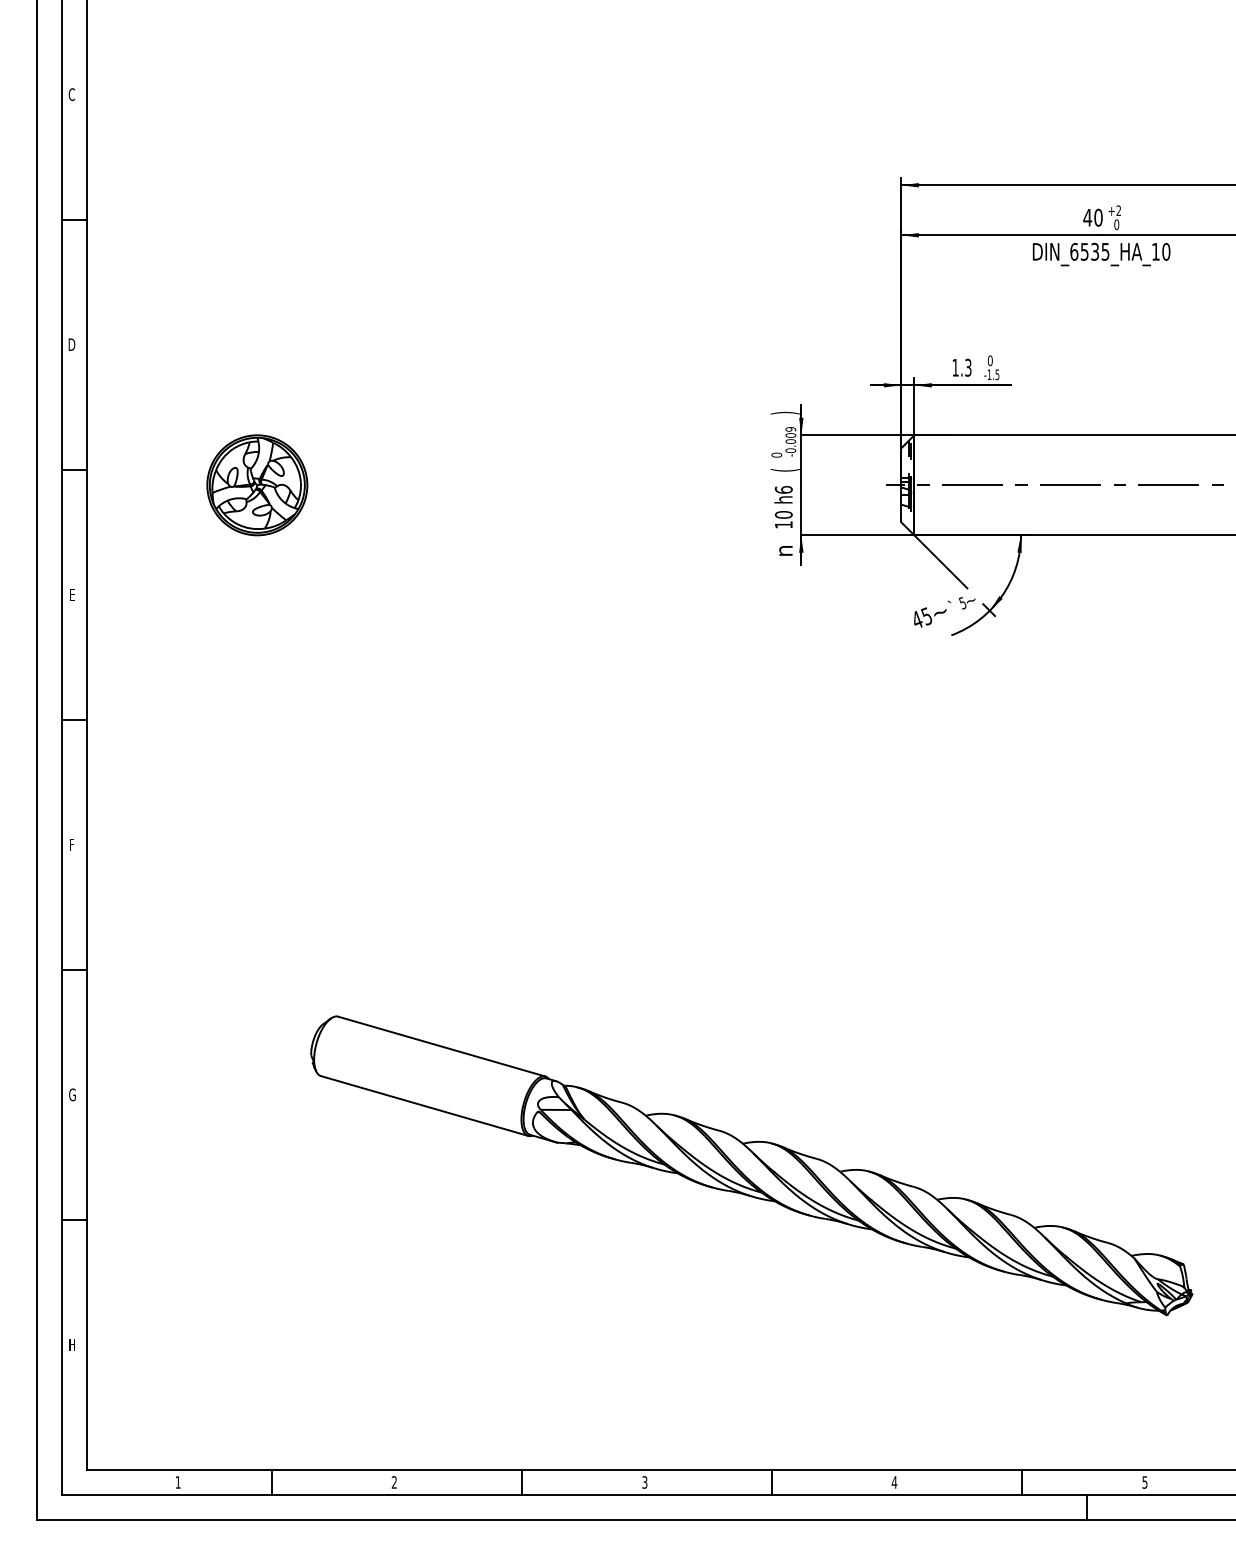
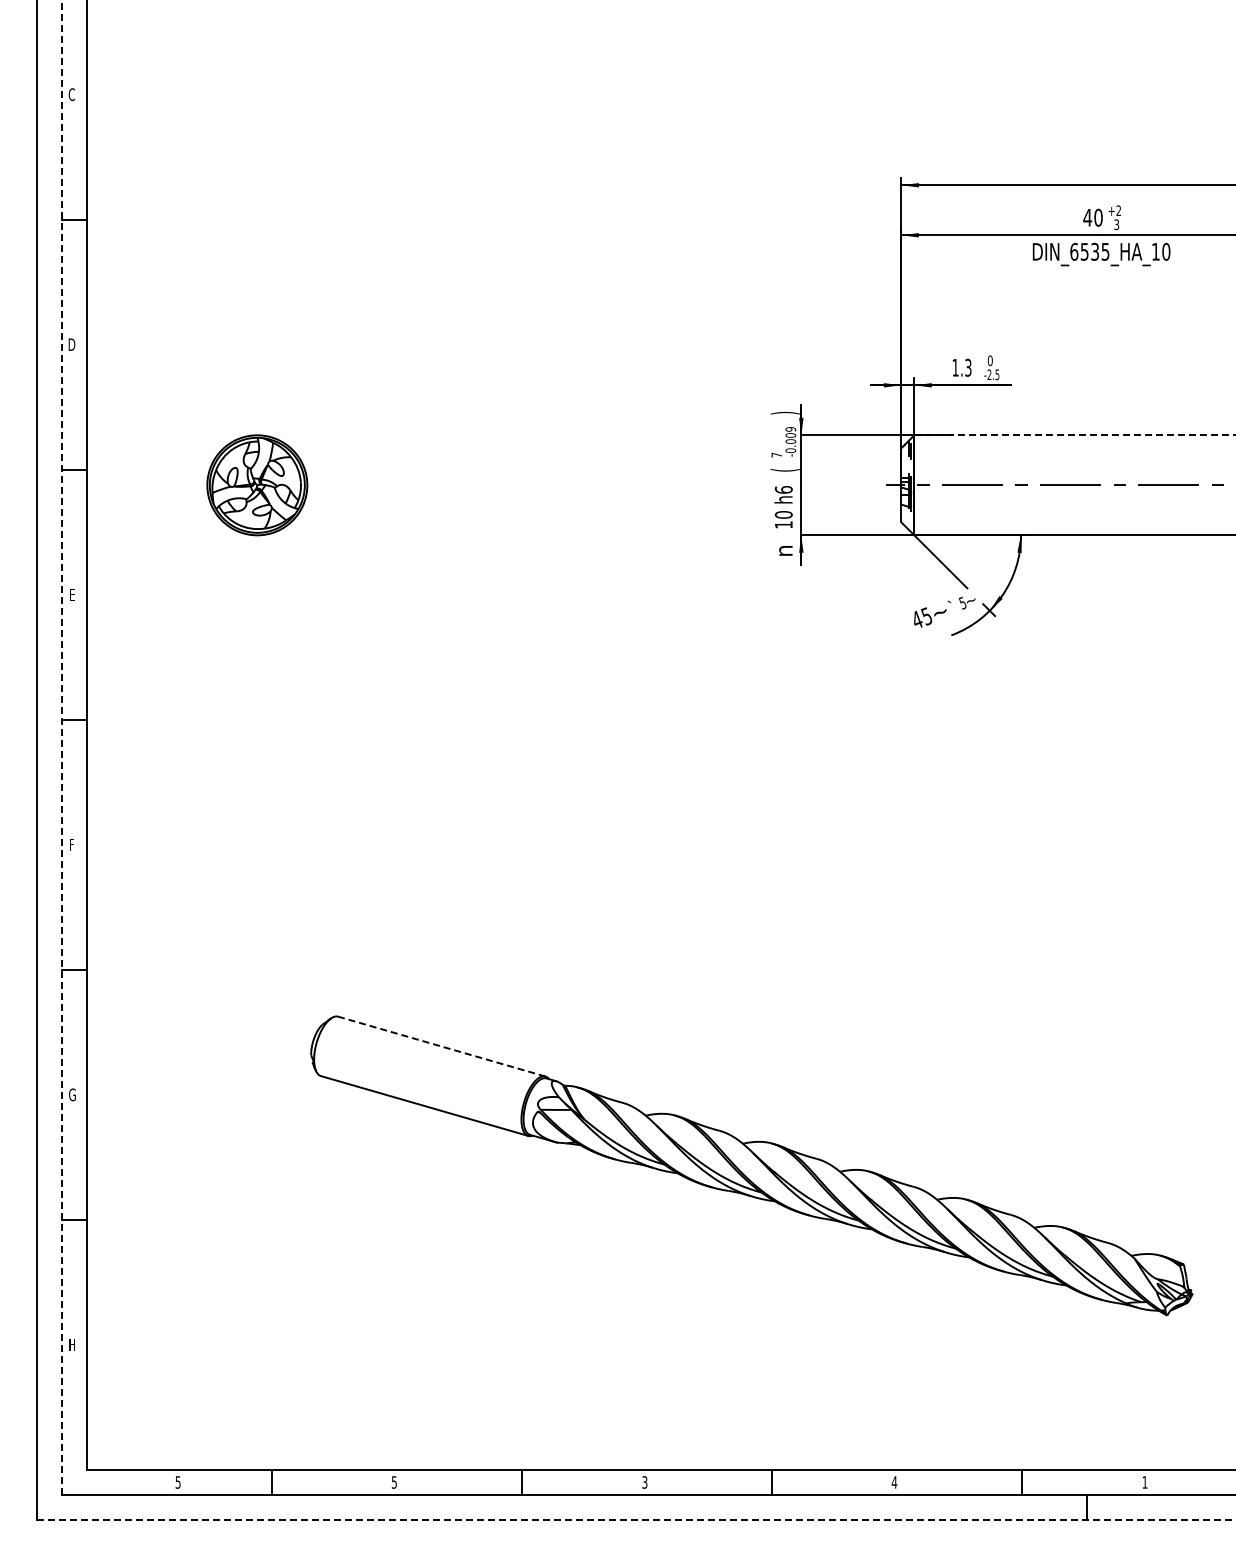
text at (1116, 224): 0 -> 3
text at (989, 374): -1.5 -> -2.5
line at (1074, 435): solid -> dashed
text at (776, 454): 0 -> 7
line at (62, 747): solid -> dashed
line at (441, 1046): solid -> dashed
text at (177, 1482): 1 -> 5
text at (393, 1482): 2 -> 5
text at (1144, 1482): 5 -> 1
line at (636, 1519): solid -> dashed
